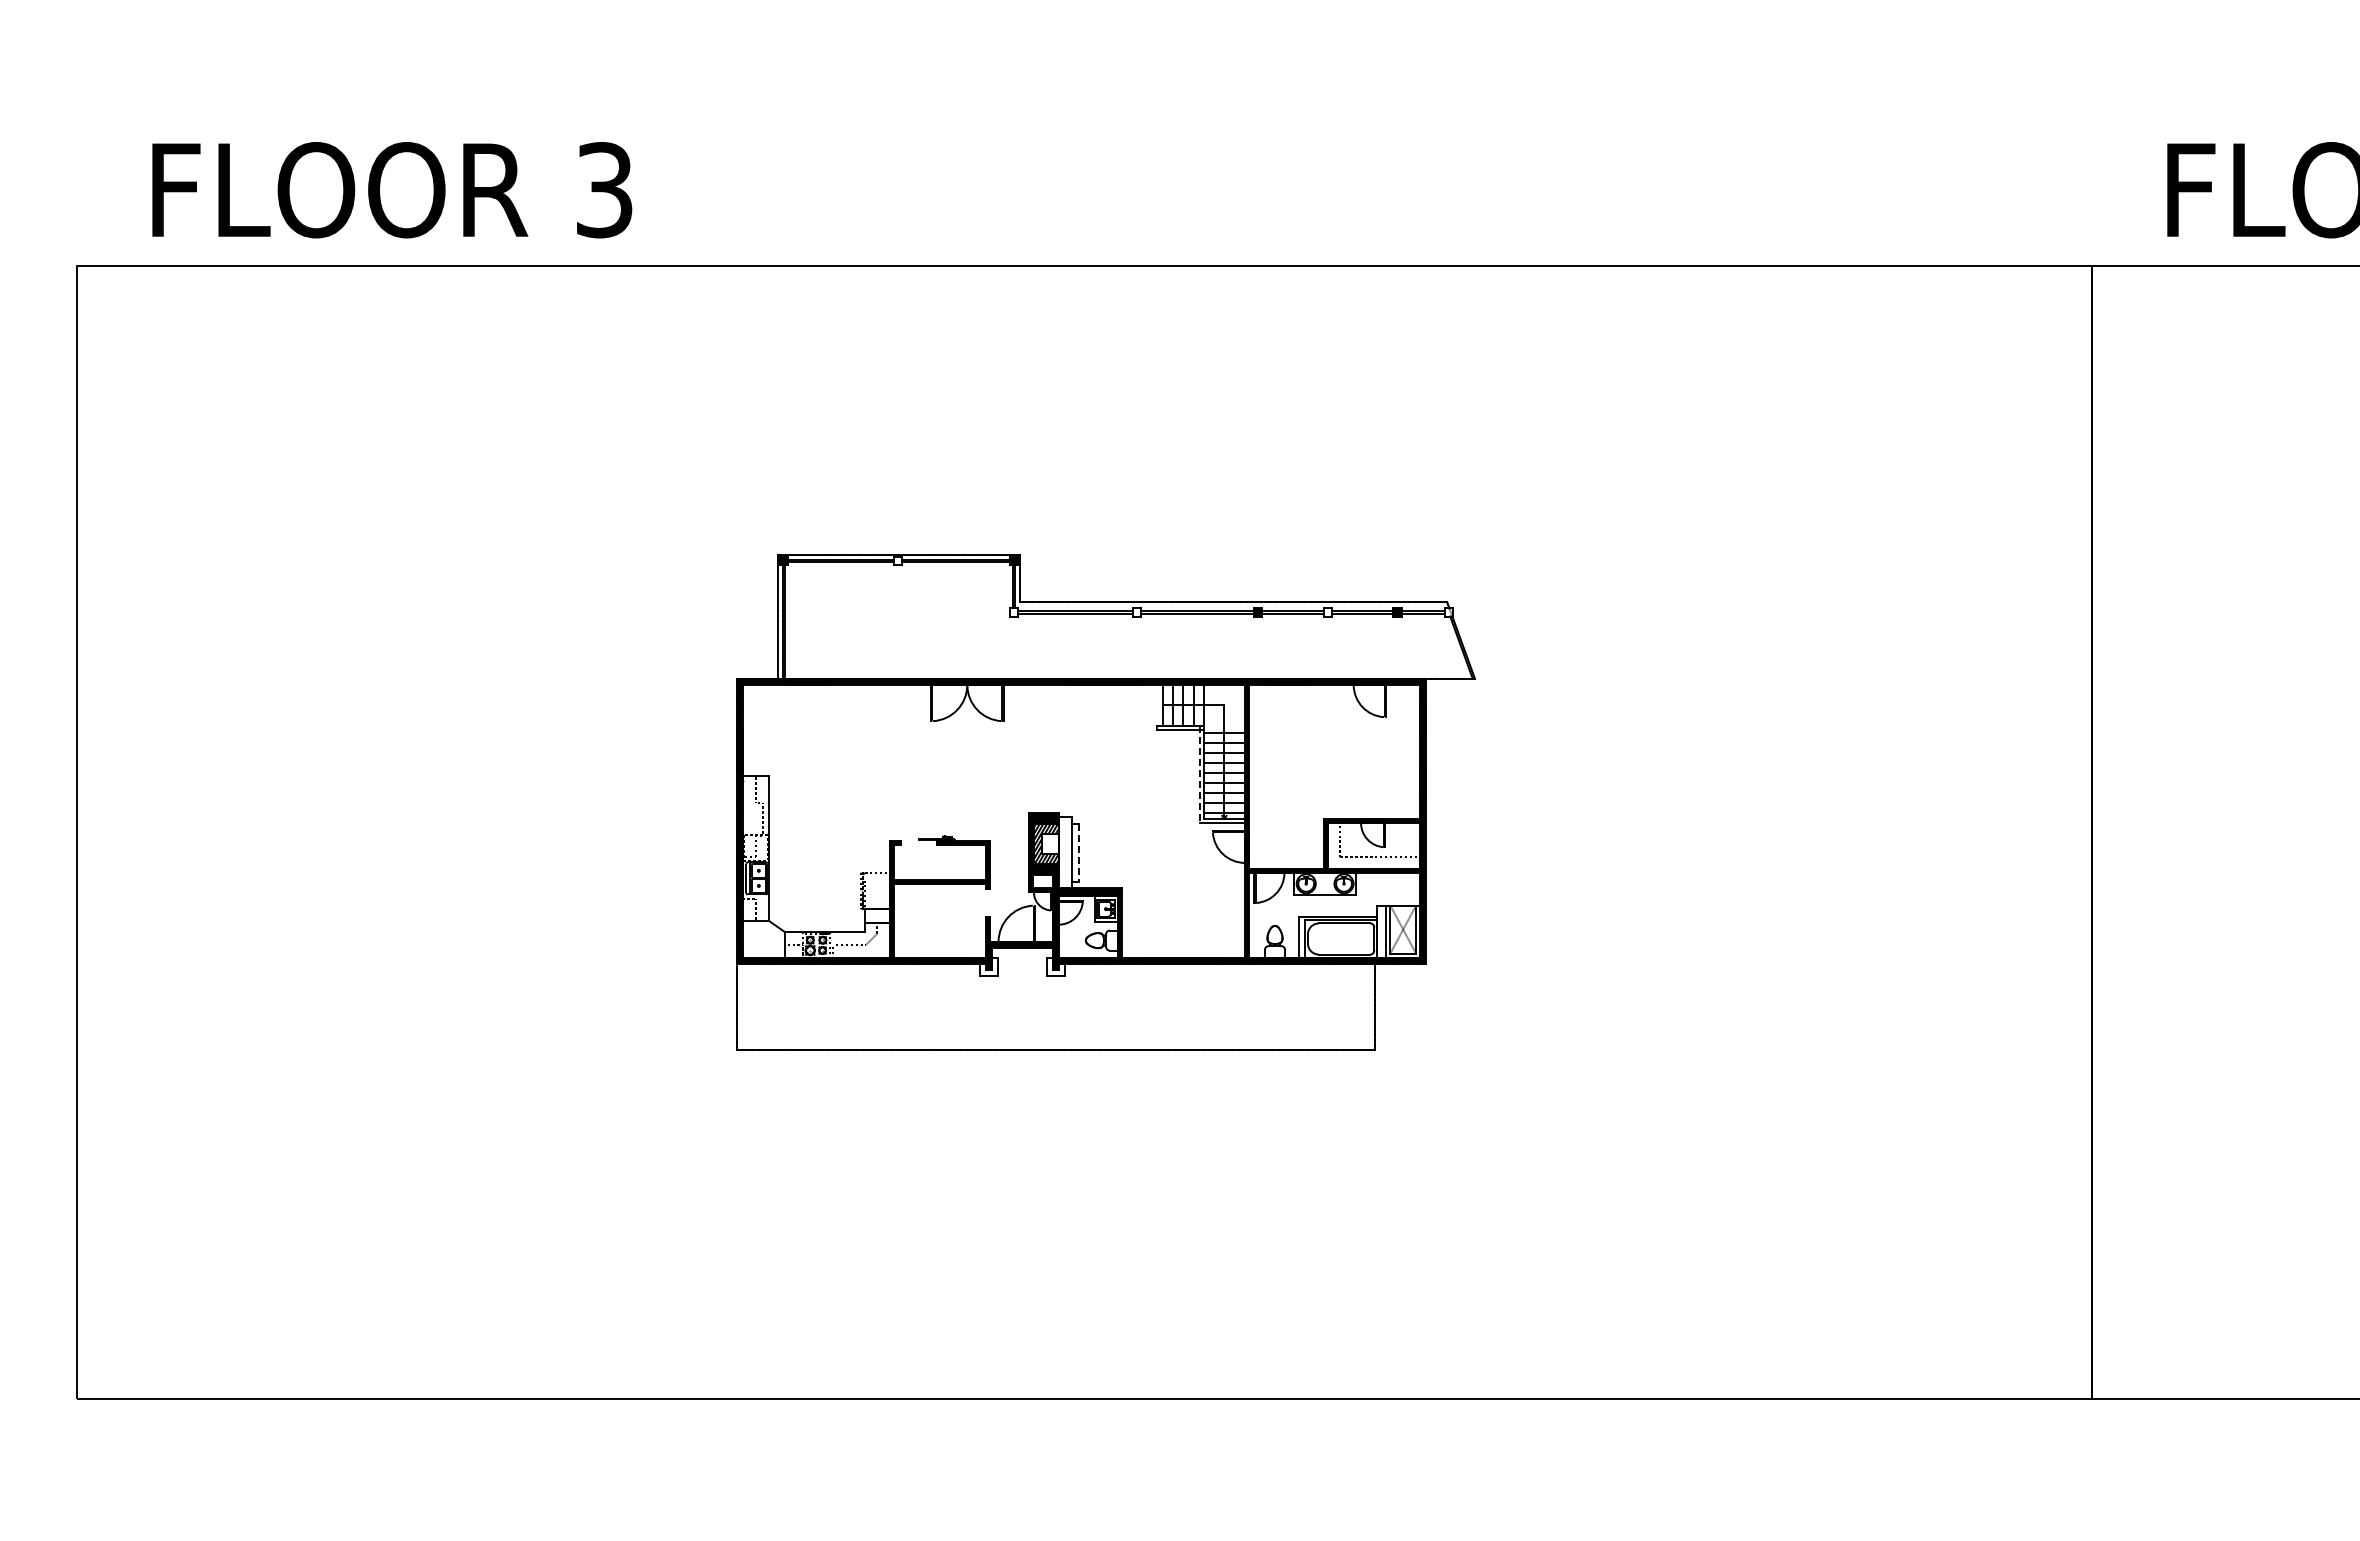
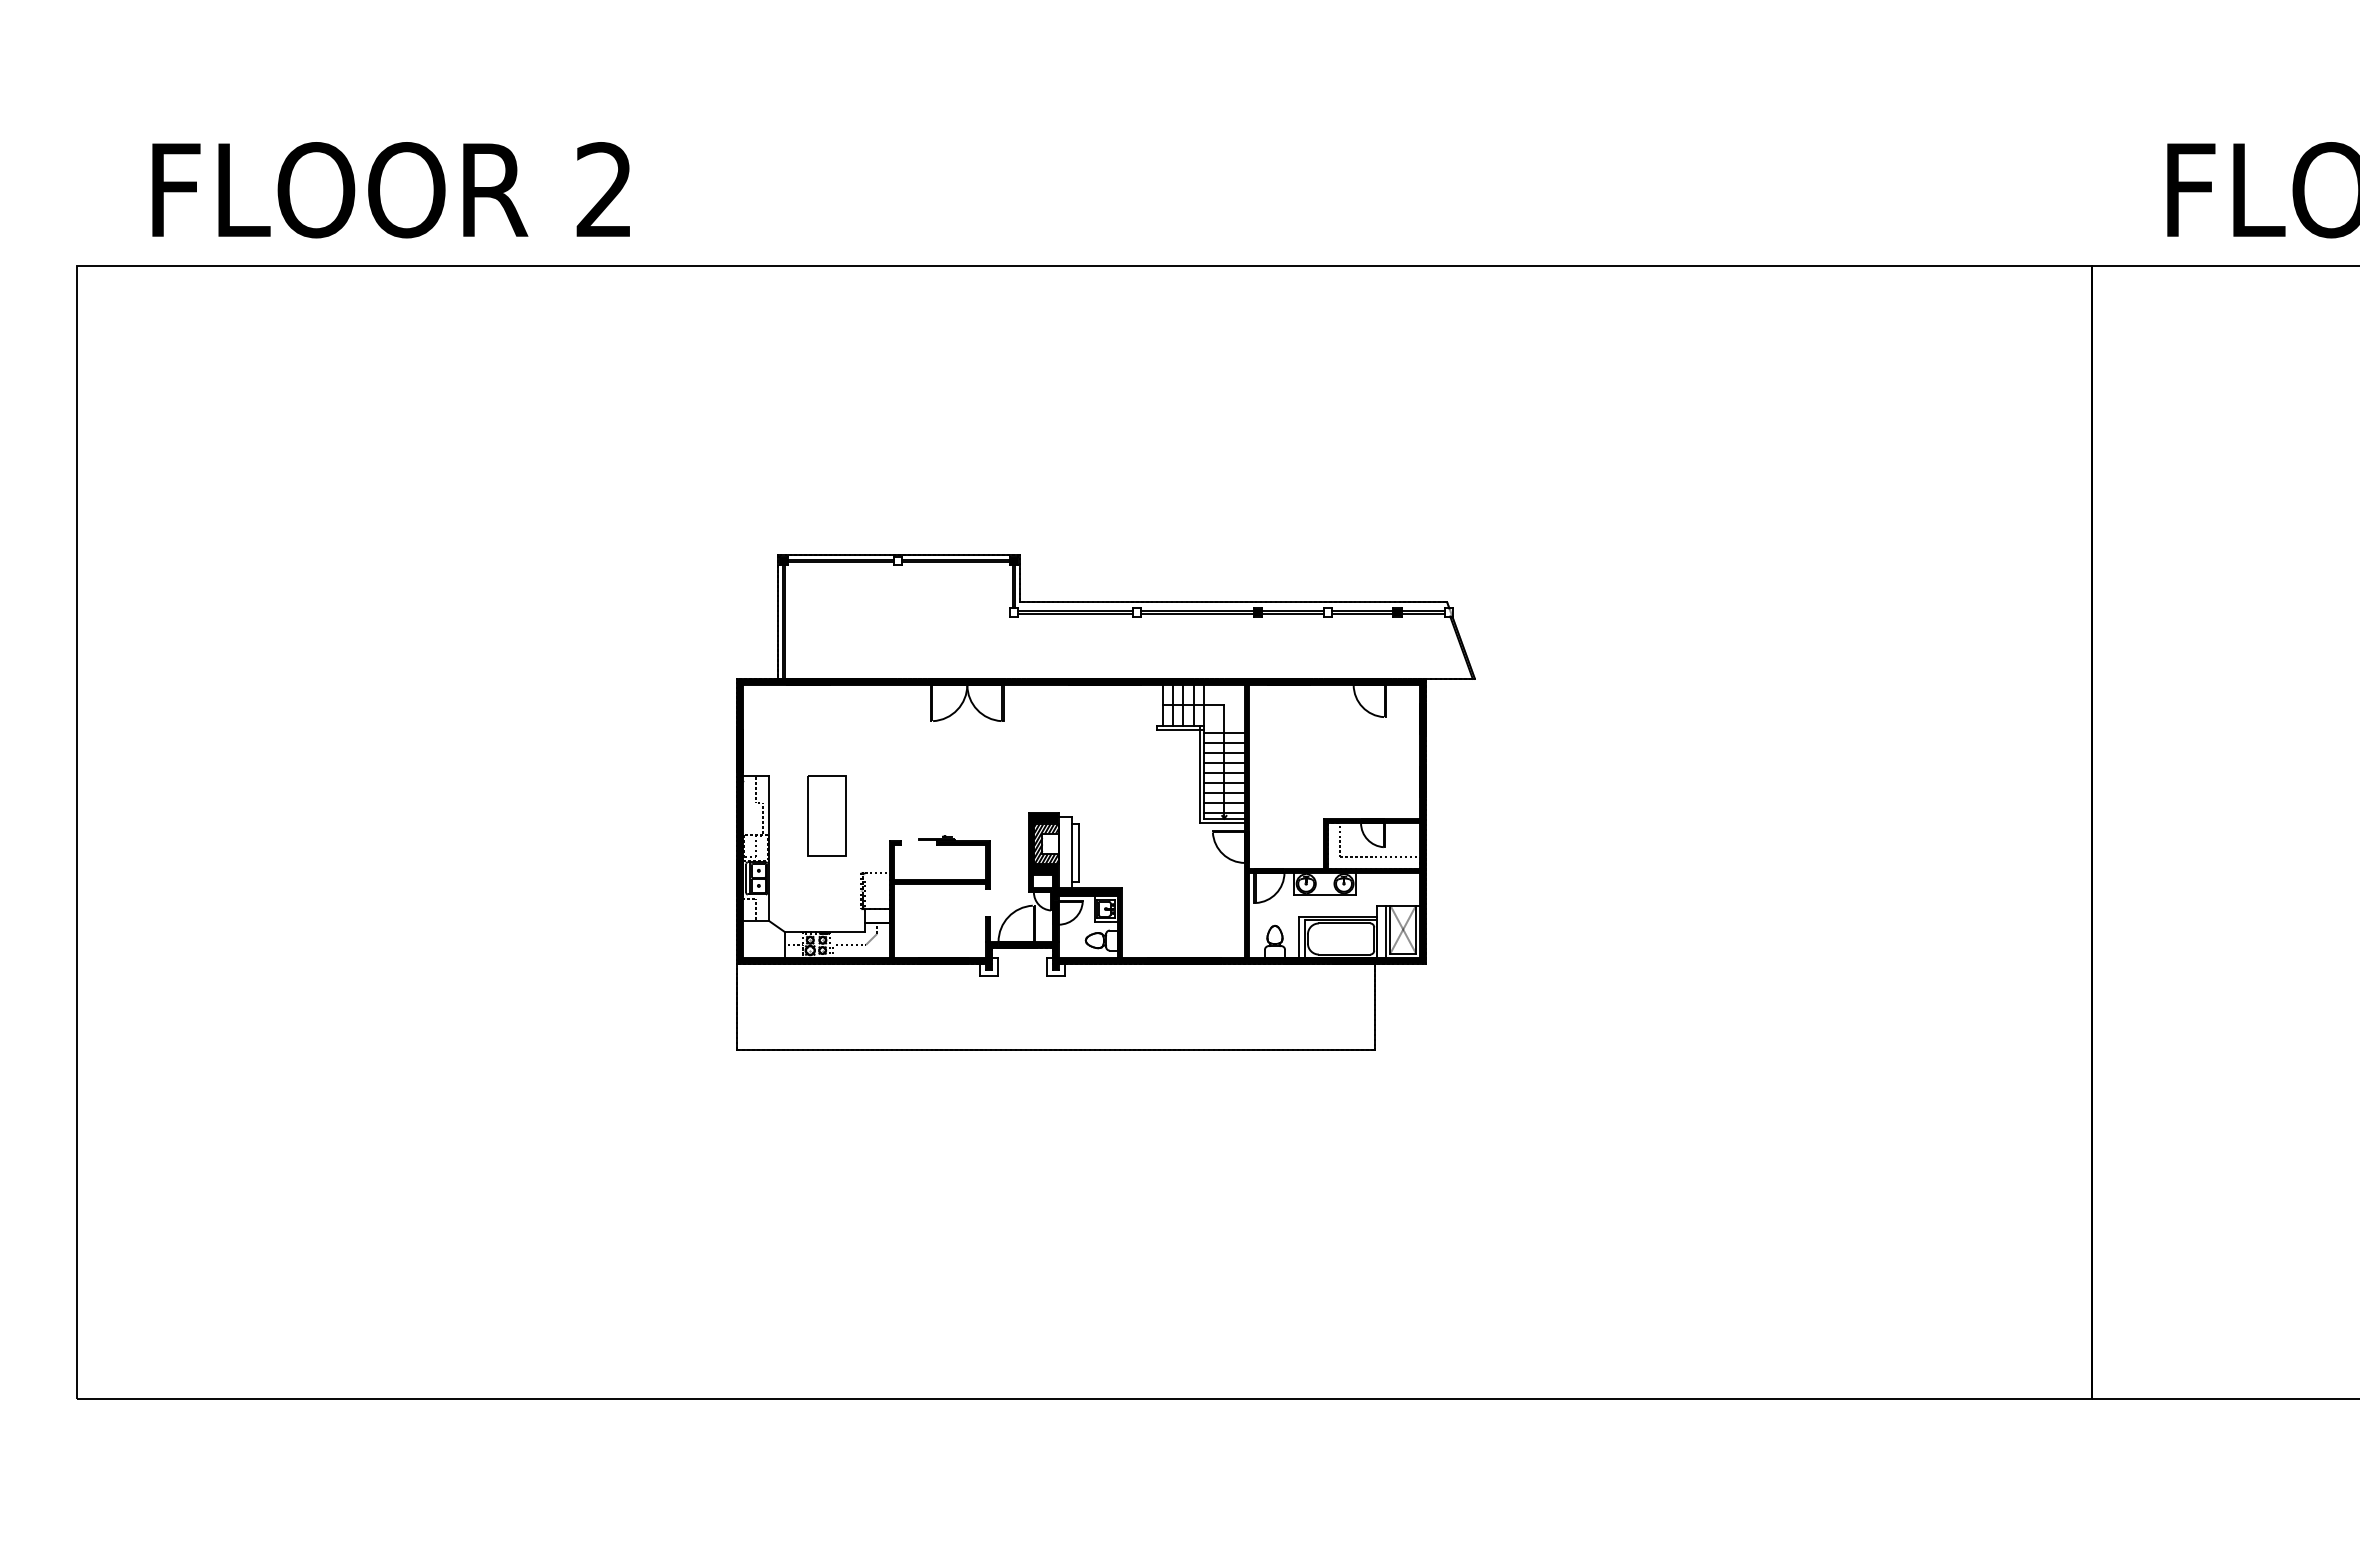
text at (604, 190): 3 -> 2
line at (1199, 774): dashed -> solid
part at (826, 815): none -> present
line at (1079, 852): dashed -> solid
